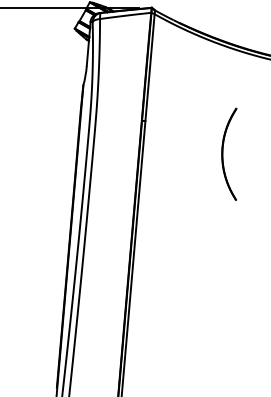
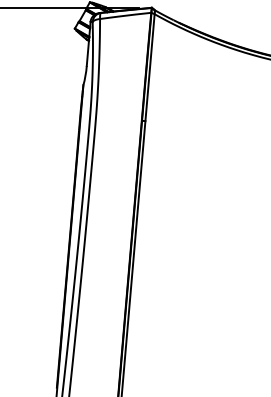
part at (229, 153): present -> none
